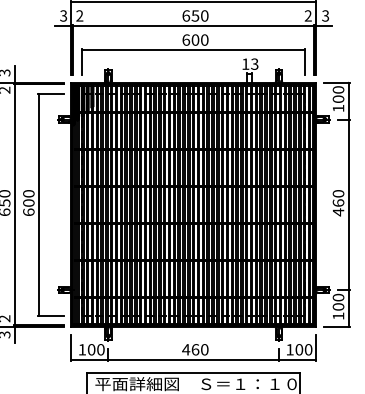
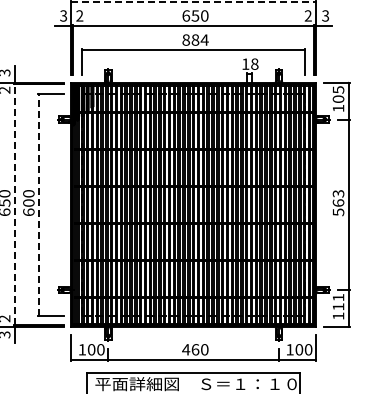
line at (194, 1): solid -> dashed
text at (195, 39): 600 -> 884
text at (254, 63): 13 -> 18
text at (338, 89): 100 -> 105
text at (338, 203): 460 -> 563
line at (14, 204): solid -> dashed
line at (38, 204): solid -> dashed
text at (338, 301): 100 -> 111
